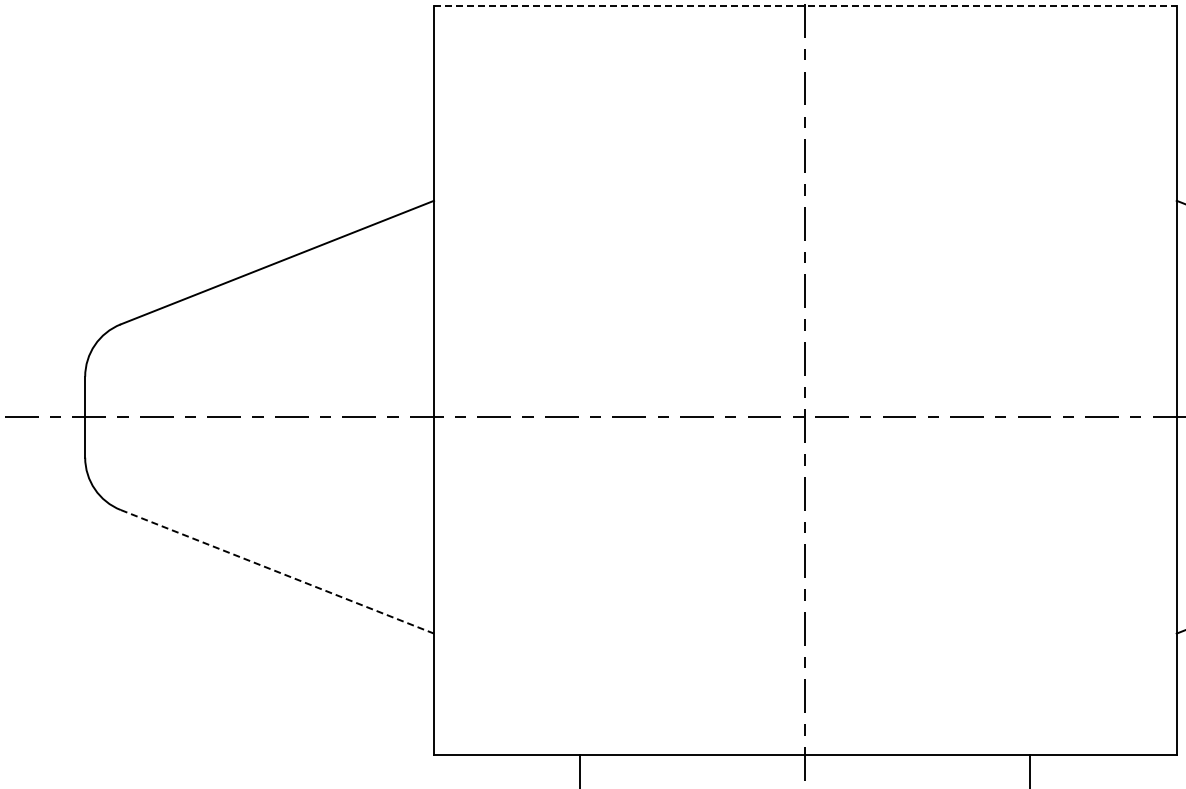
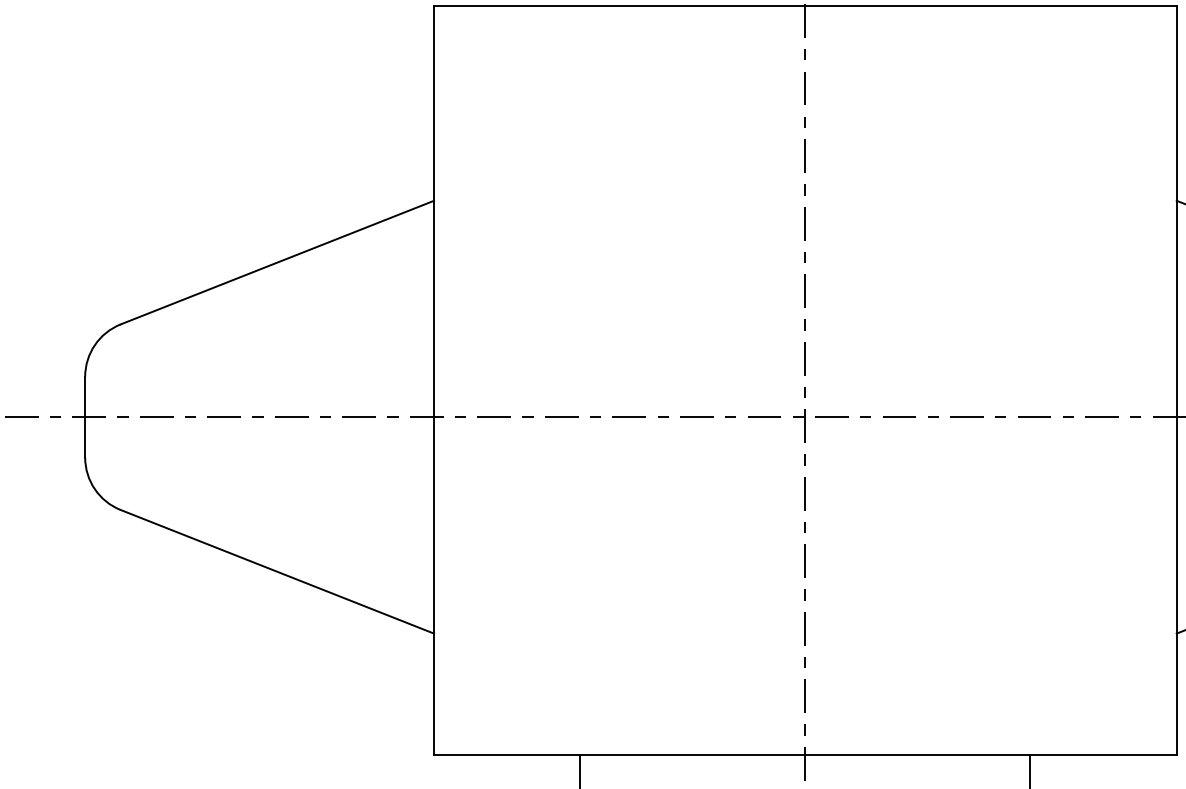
line at (805, 6): dashed -> solid
line at (277, 572): dashed -> solid
